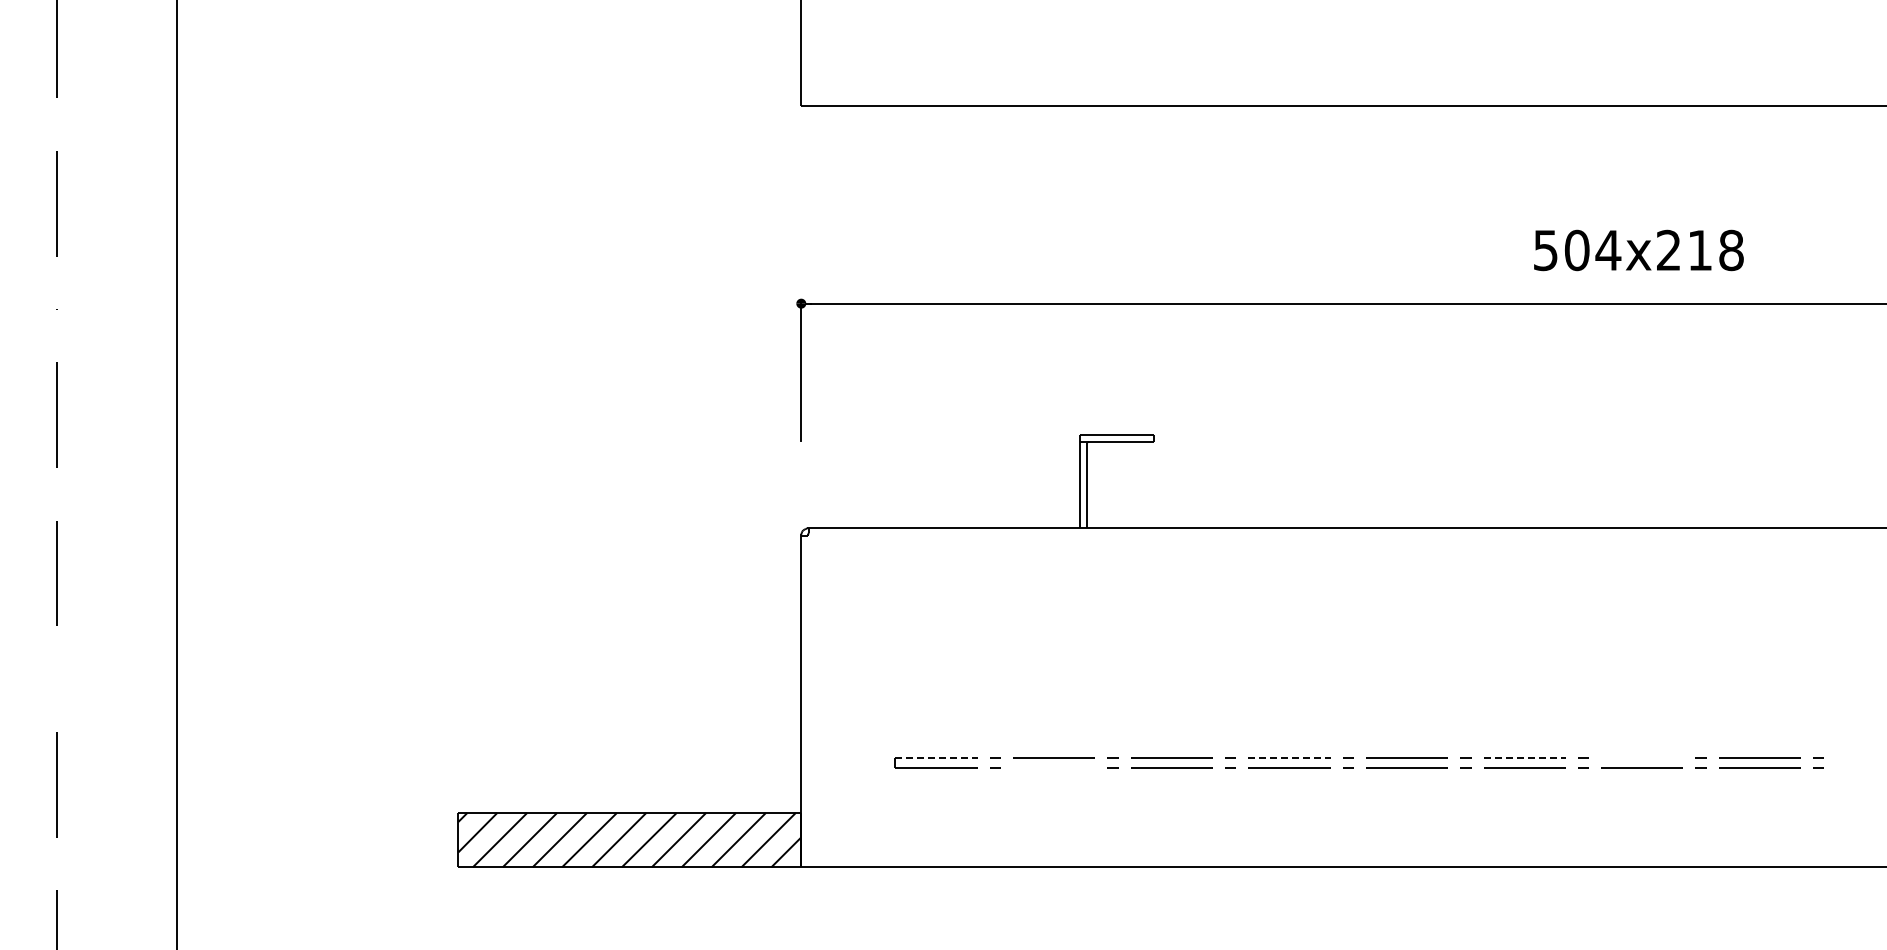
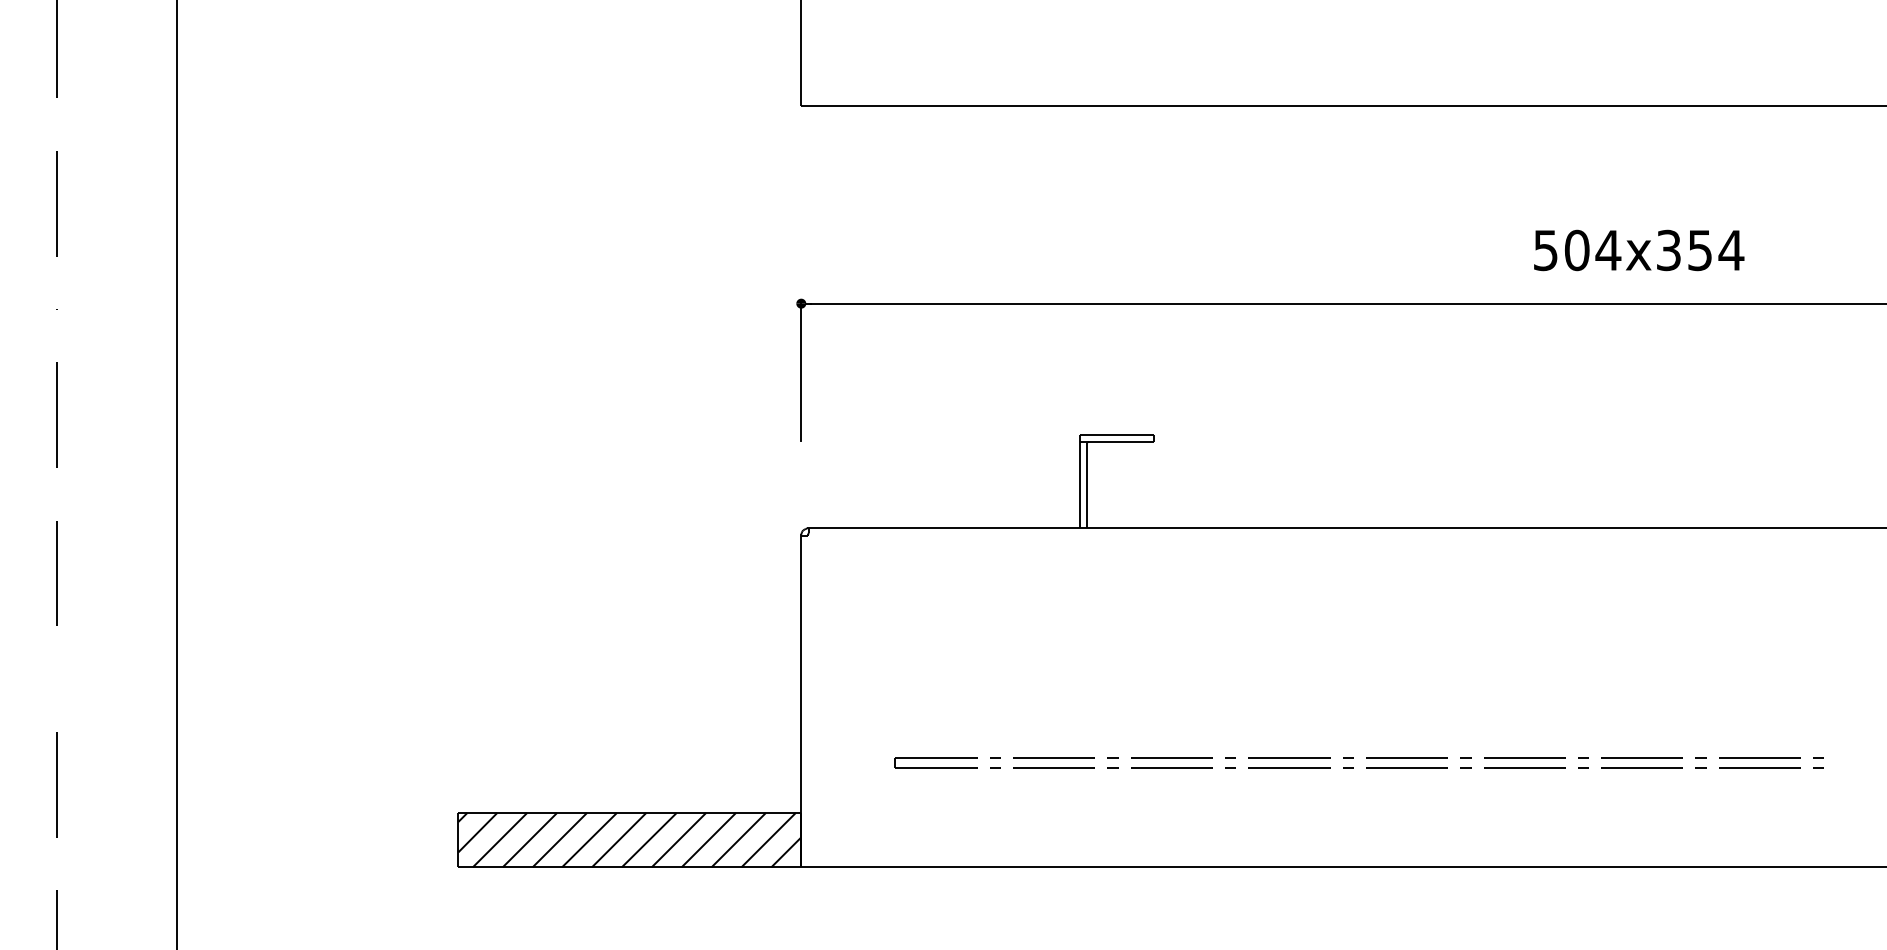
text at (1700, 250): 504x218 -> 504x354
line at (937, 757): dashed -> solid
line at (1289, 757): dashed -> solid
line at (1525, 757): dashed -> solid
line at (1641, 757): none -> present
line at (1053, 767): none -> present
